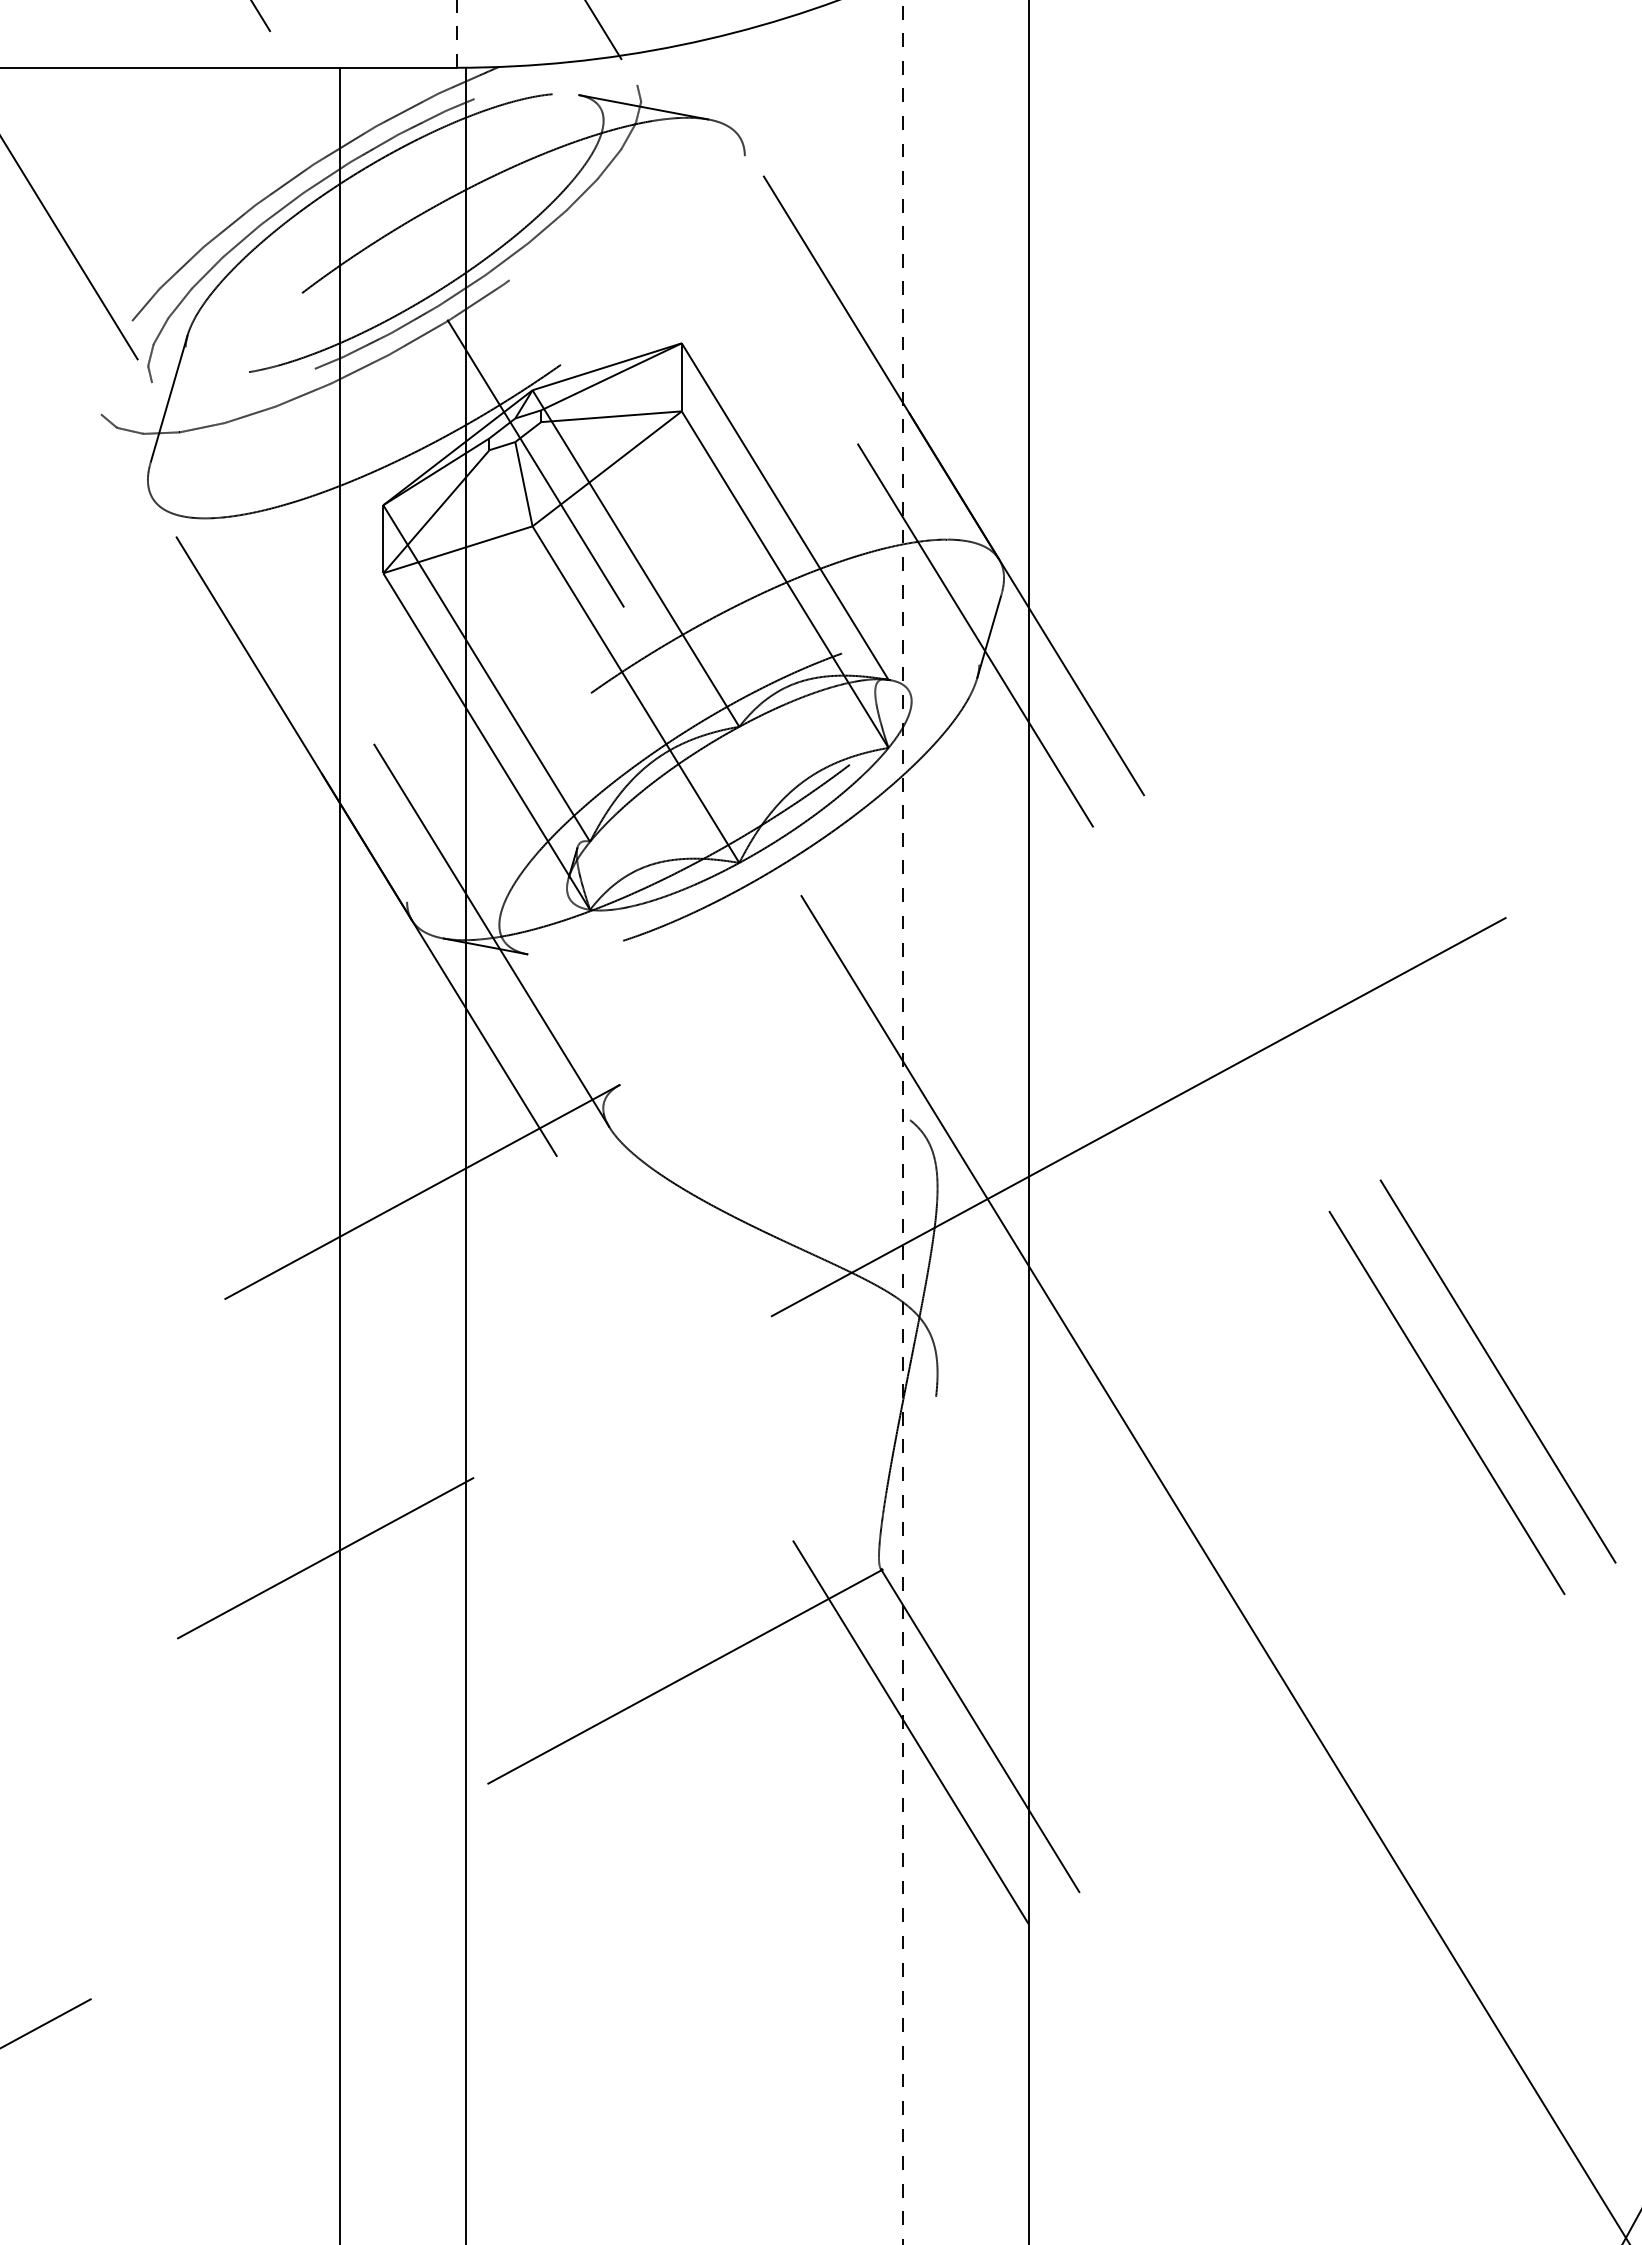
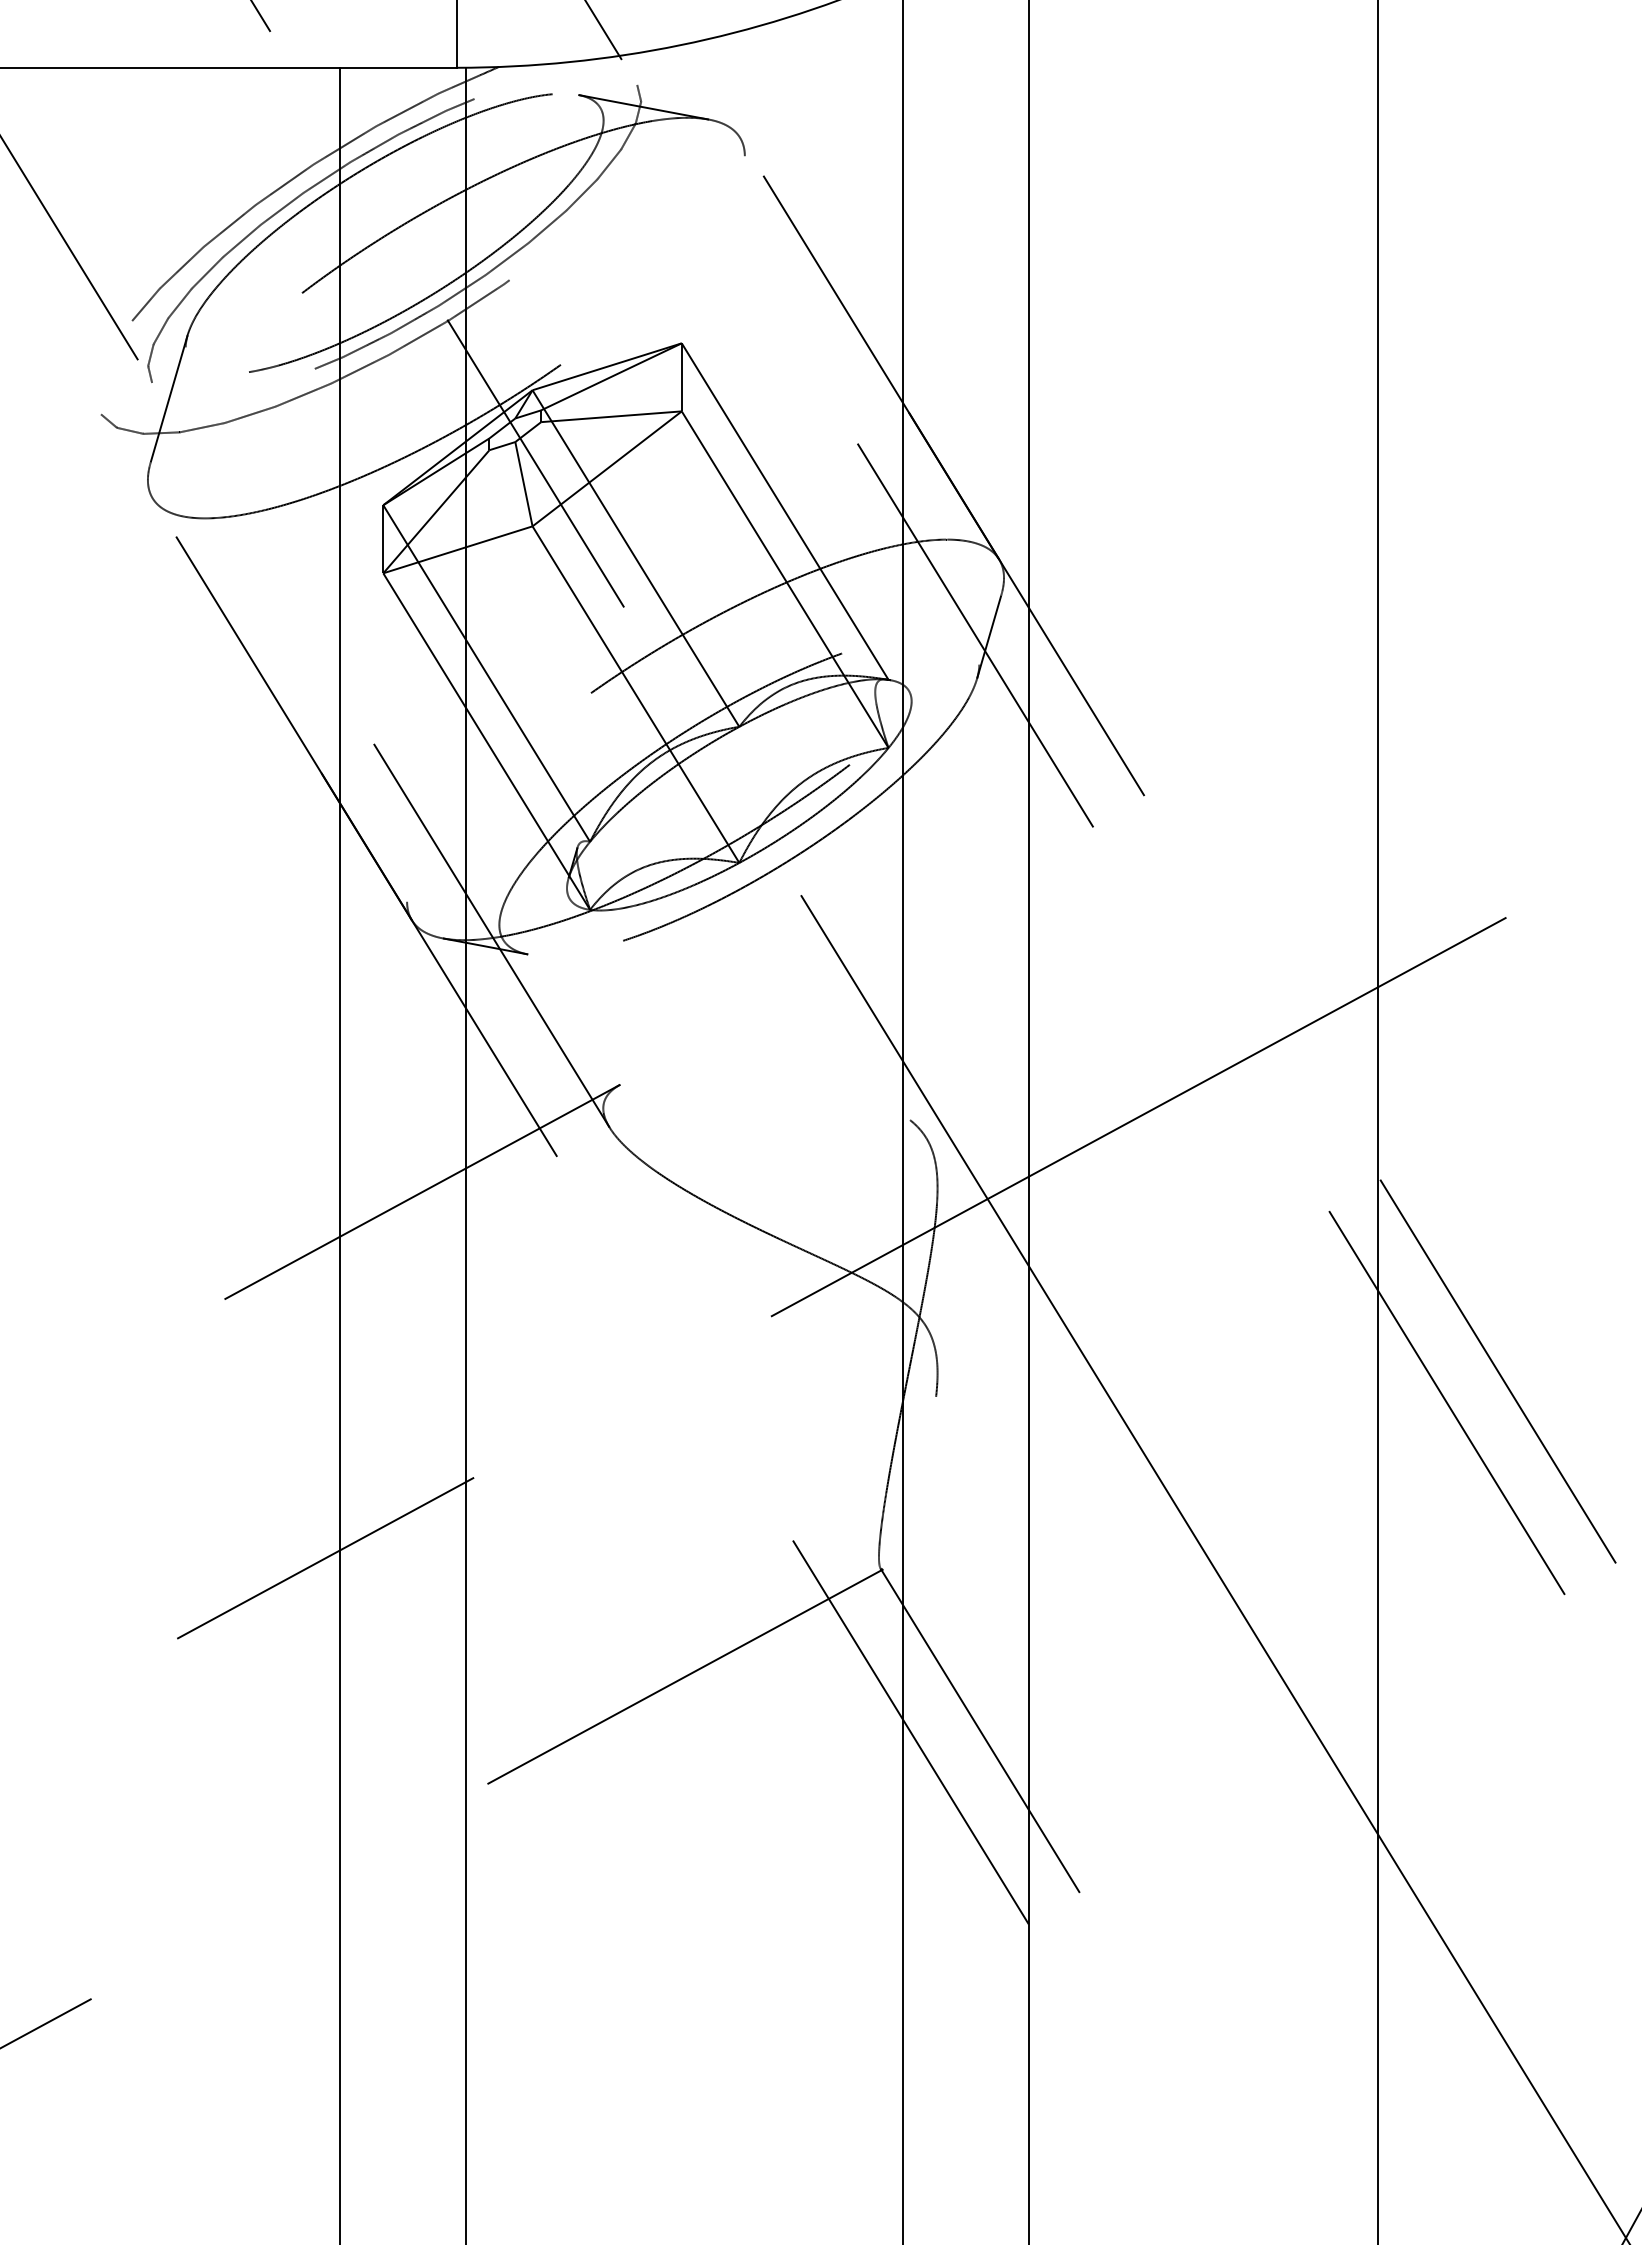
line at (456, 33): dashed -> solid
line at (902, 1121): dashed -> solid
line at (1377, 1121): none -> present
